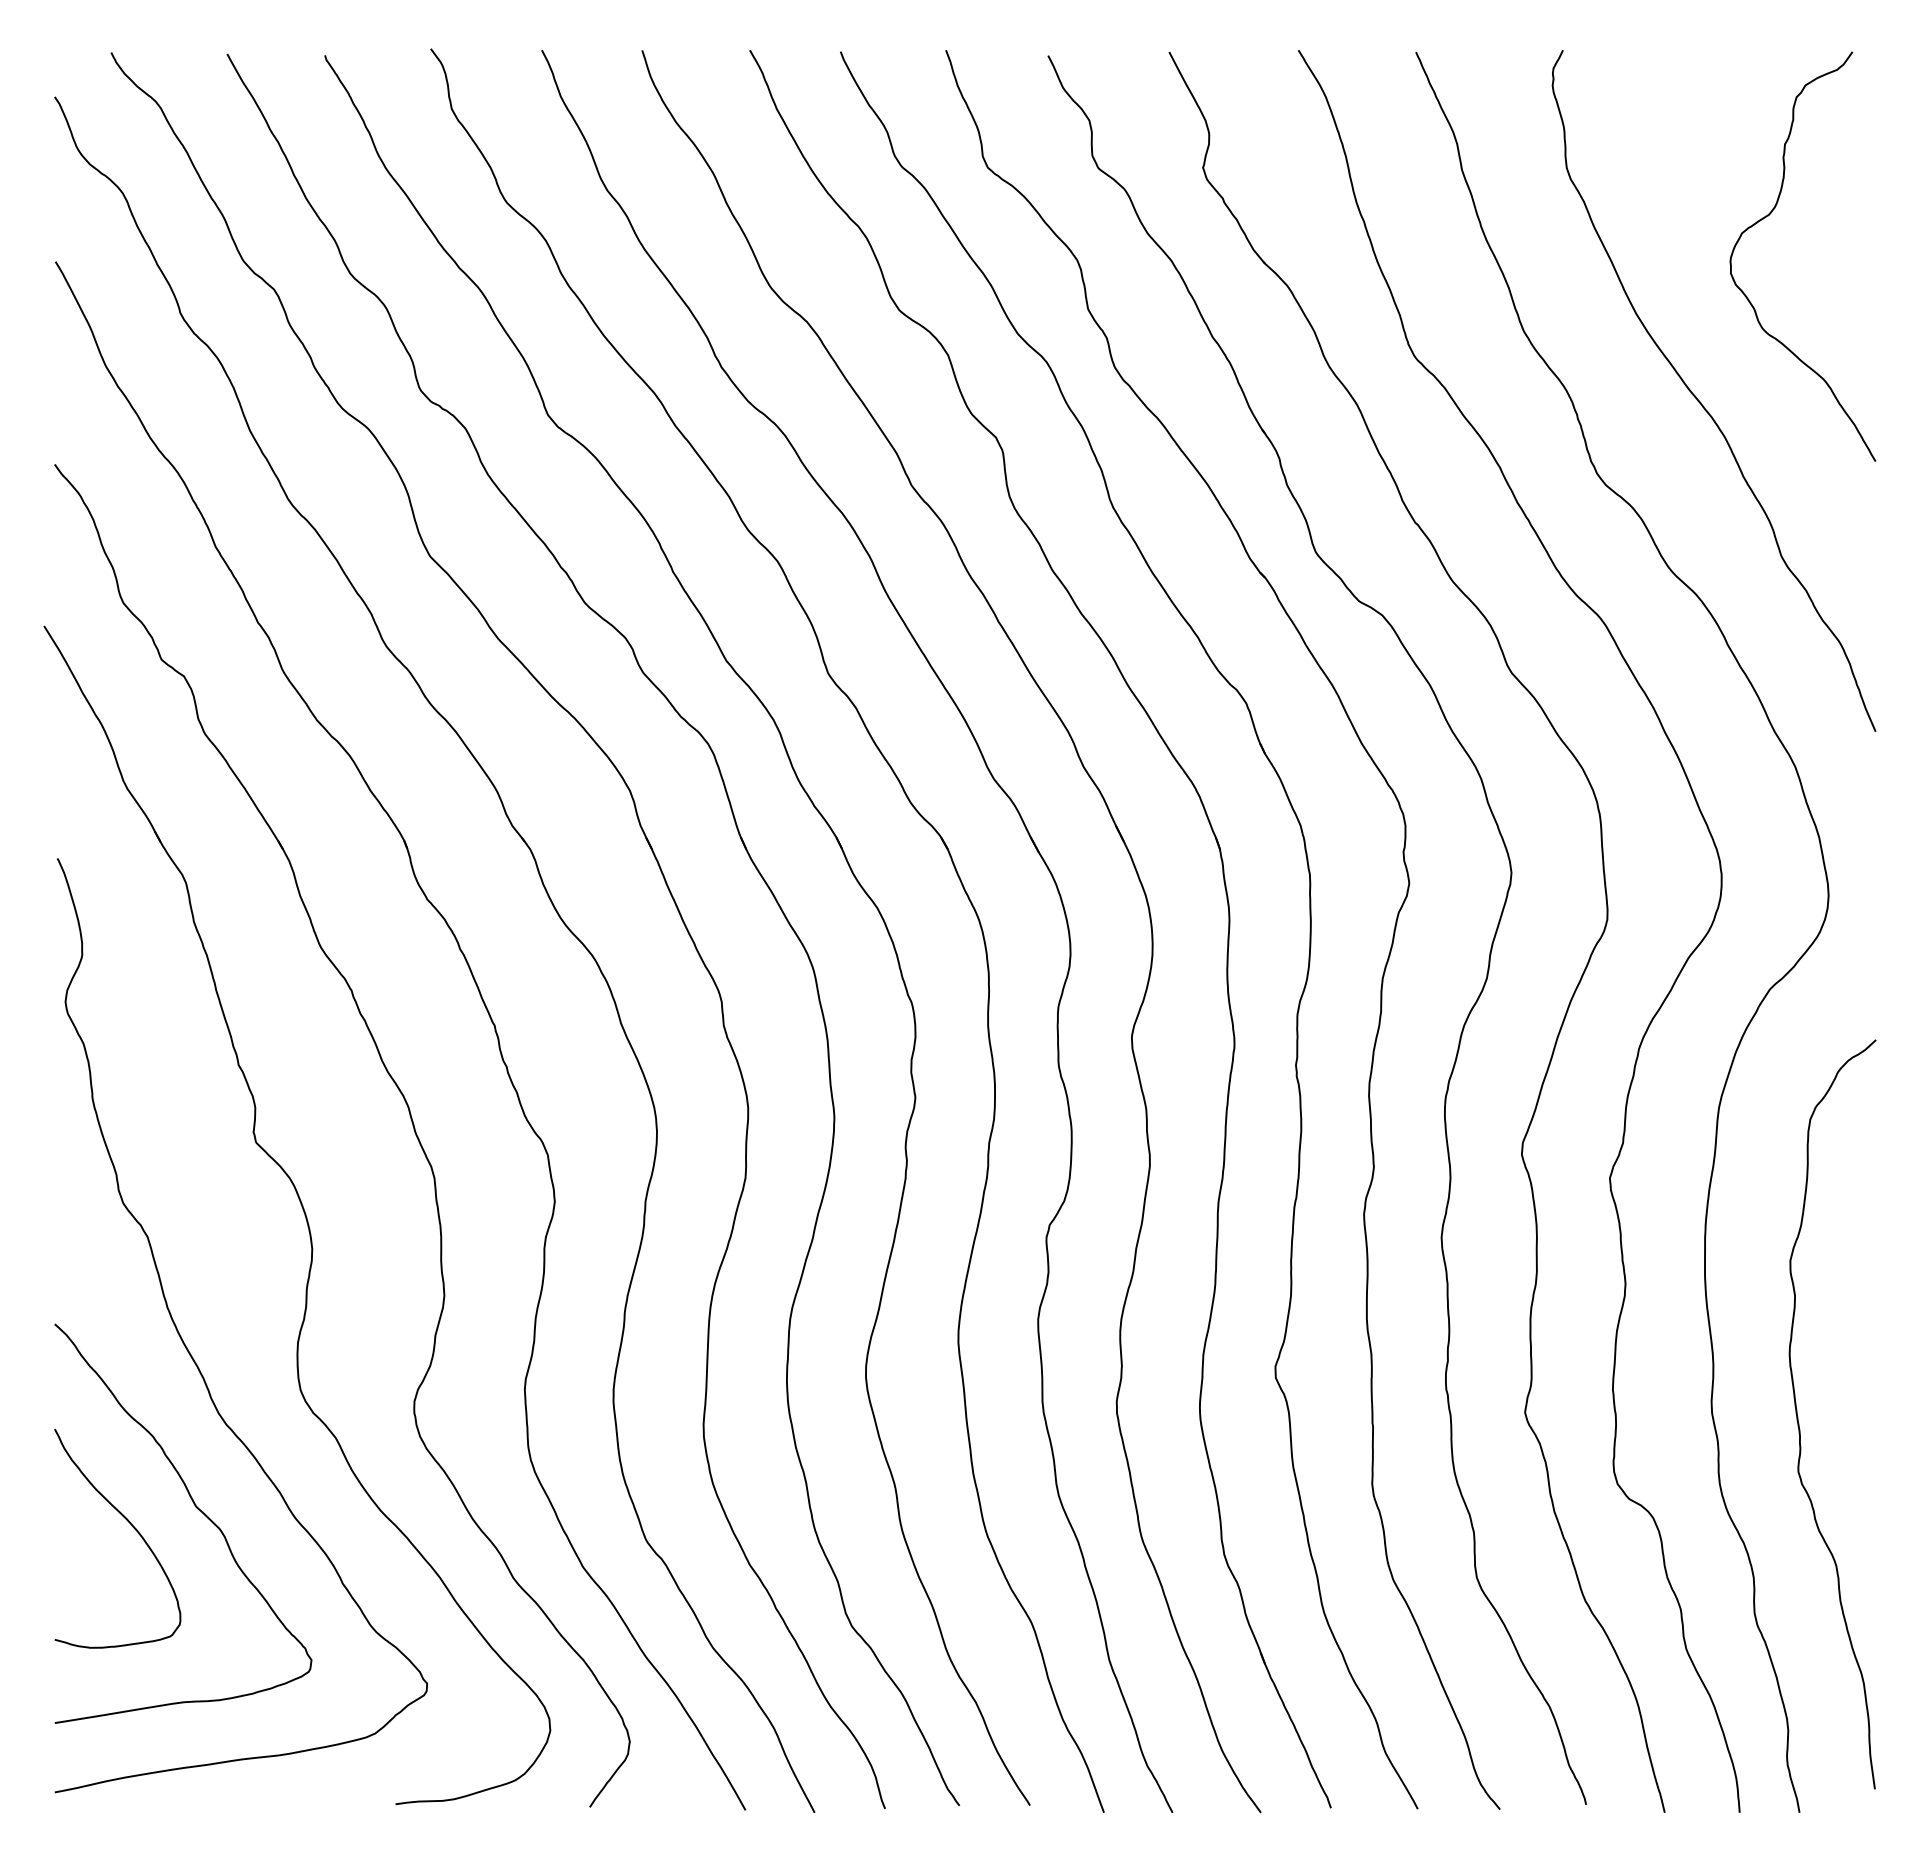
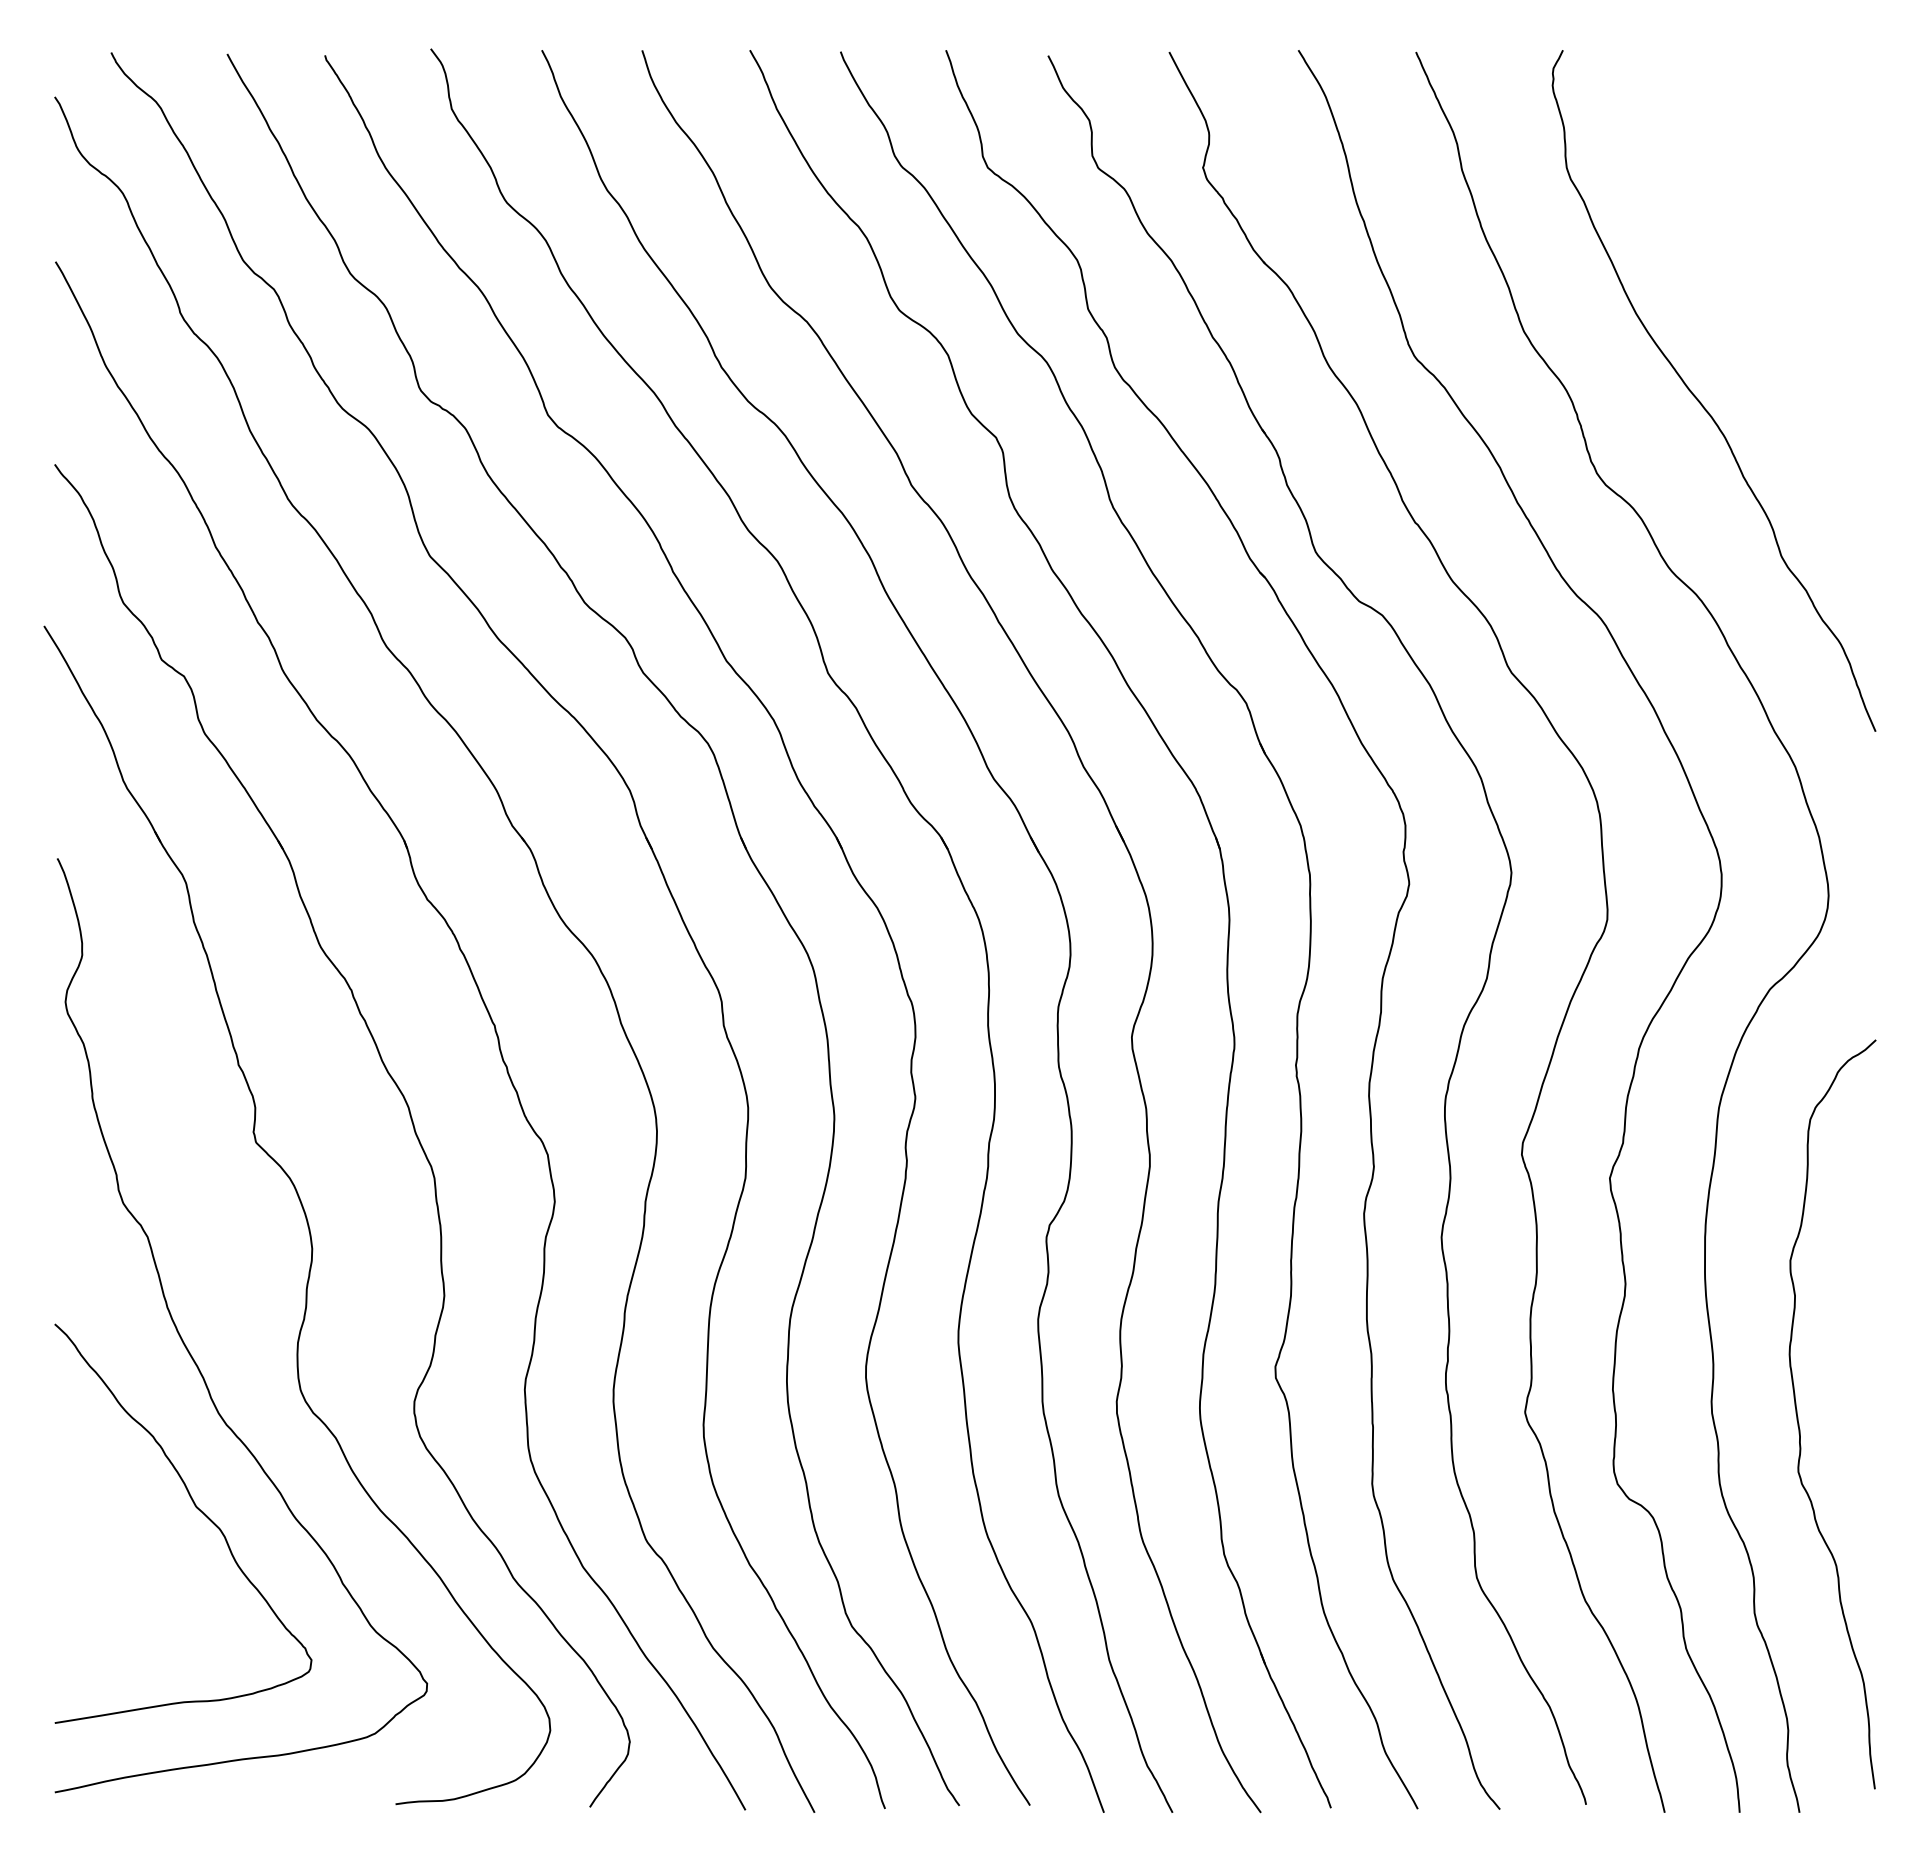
curve at (1768, 216): present -> none
curve at (132, 1527): present -> none
